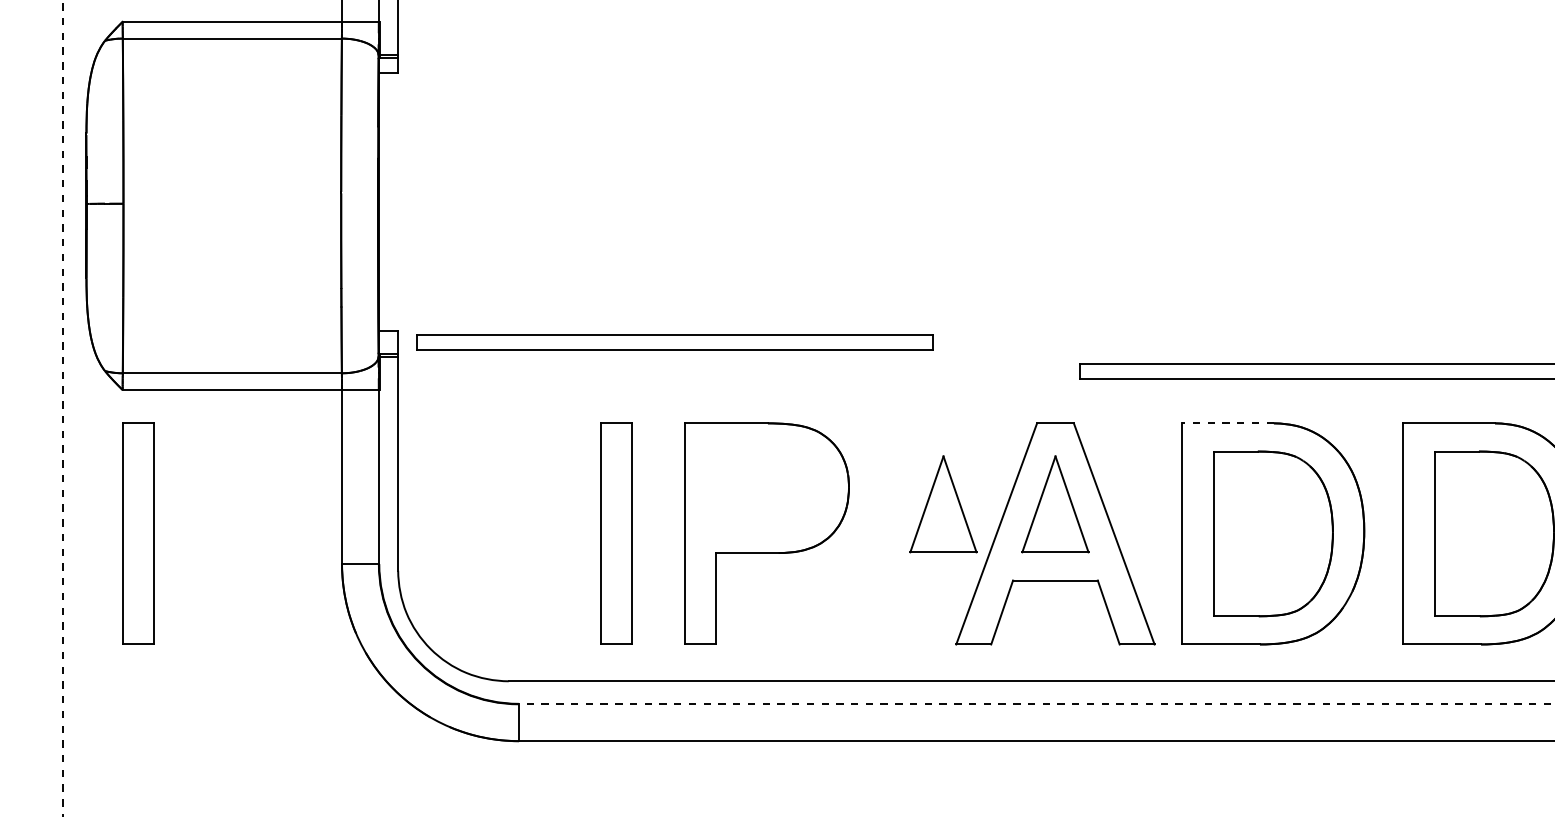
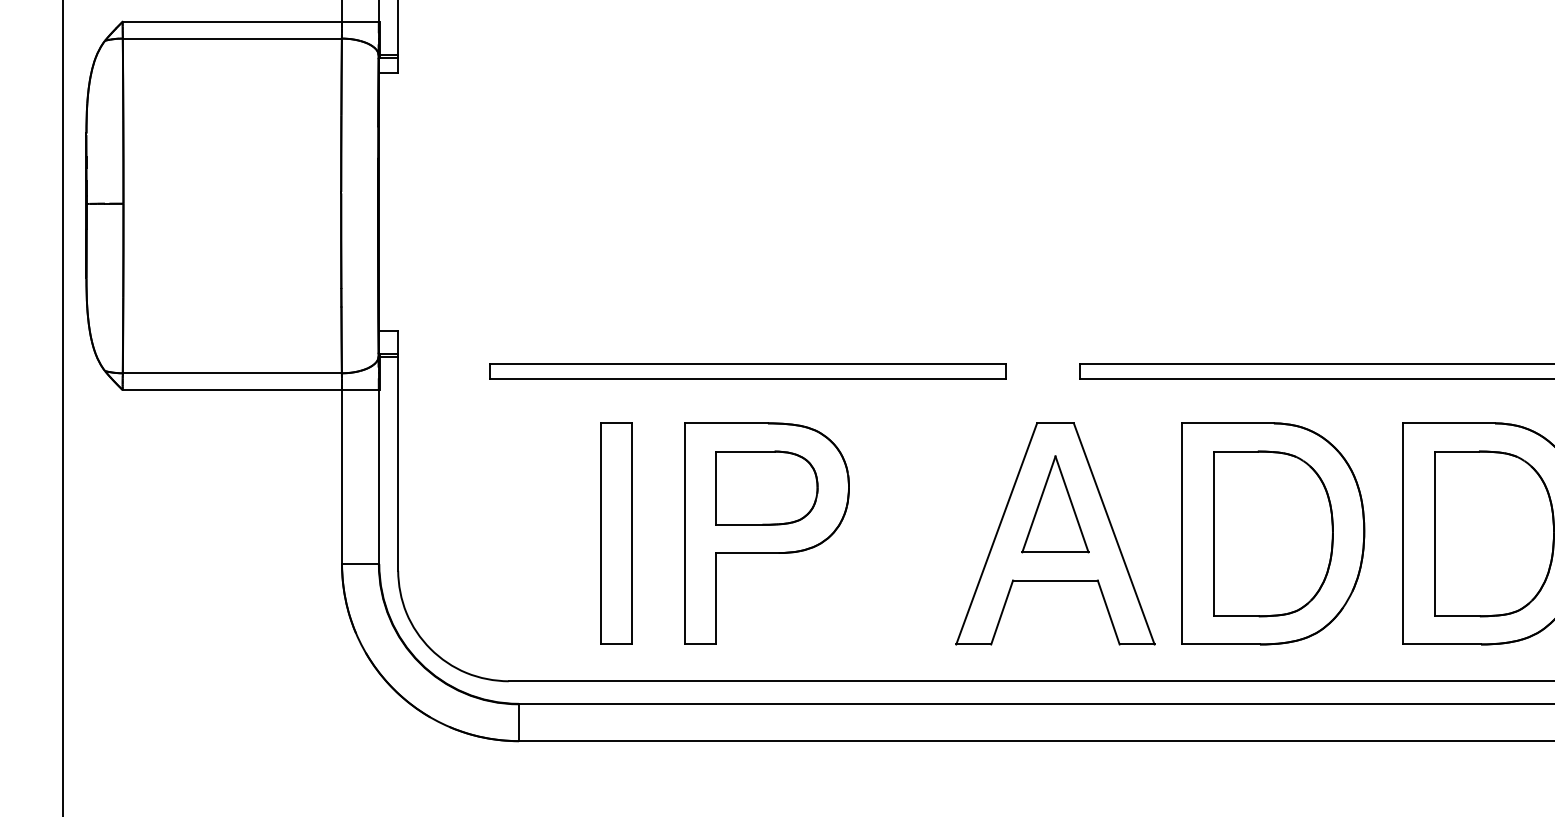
part at (674, 342) position: (674, 342) -> (747, 371)
line at (62, 408): dashed -> solid
line at (1228, 423): dashed -> solid
part at (766, 487): none -> present
part at (943, 504): present -> none
part at (138, 533): present -> none
line at (1036, 704): dashed -> solid
